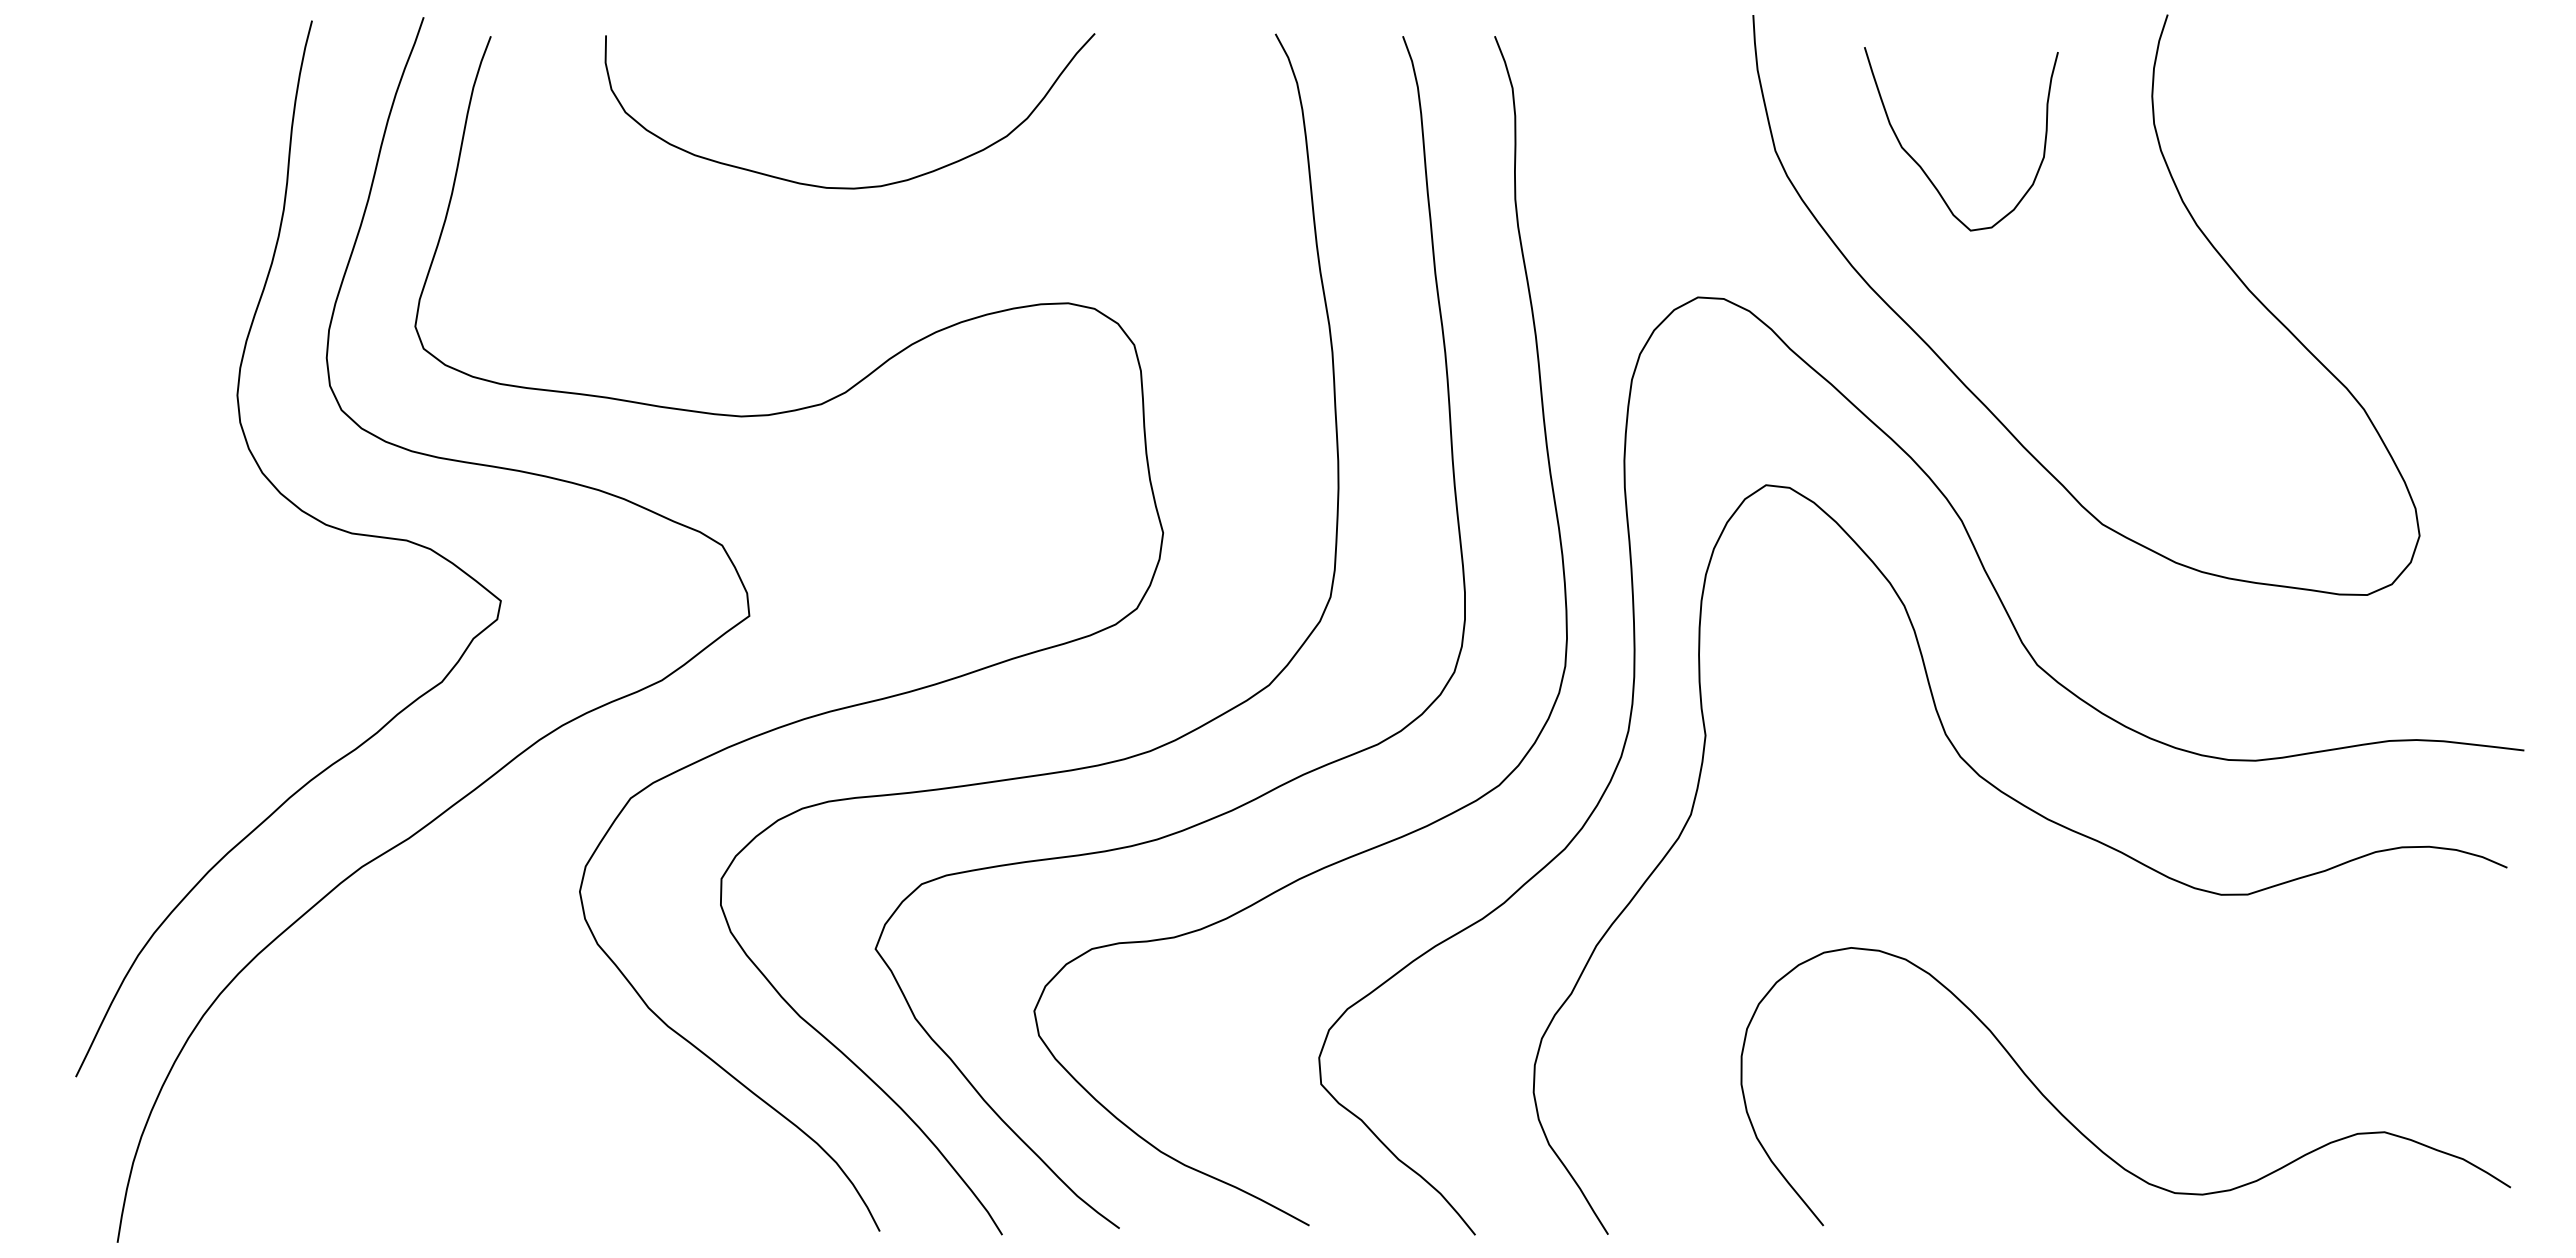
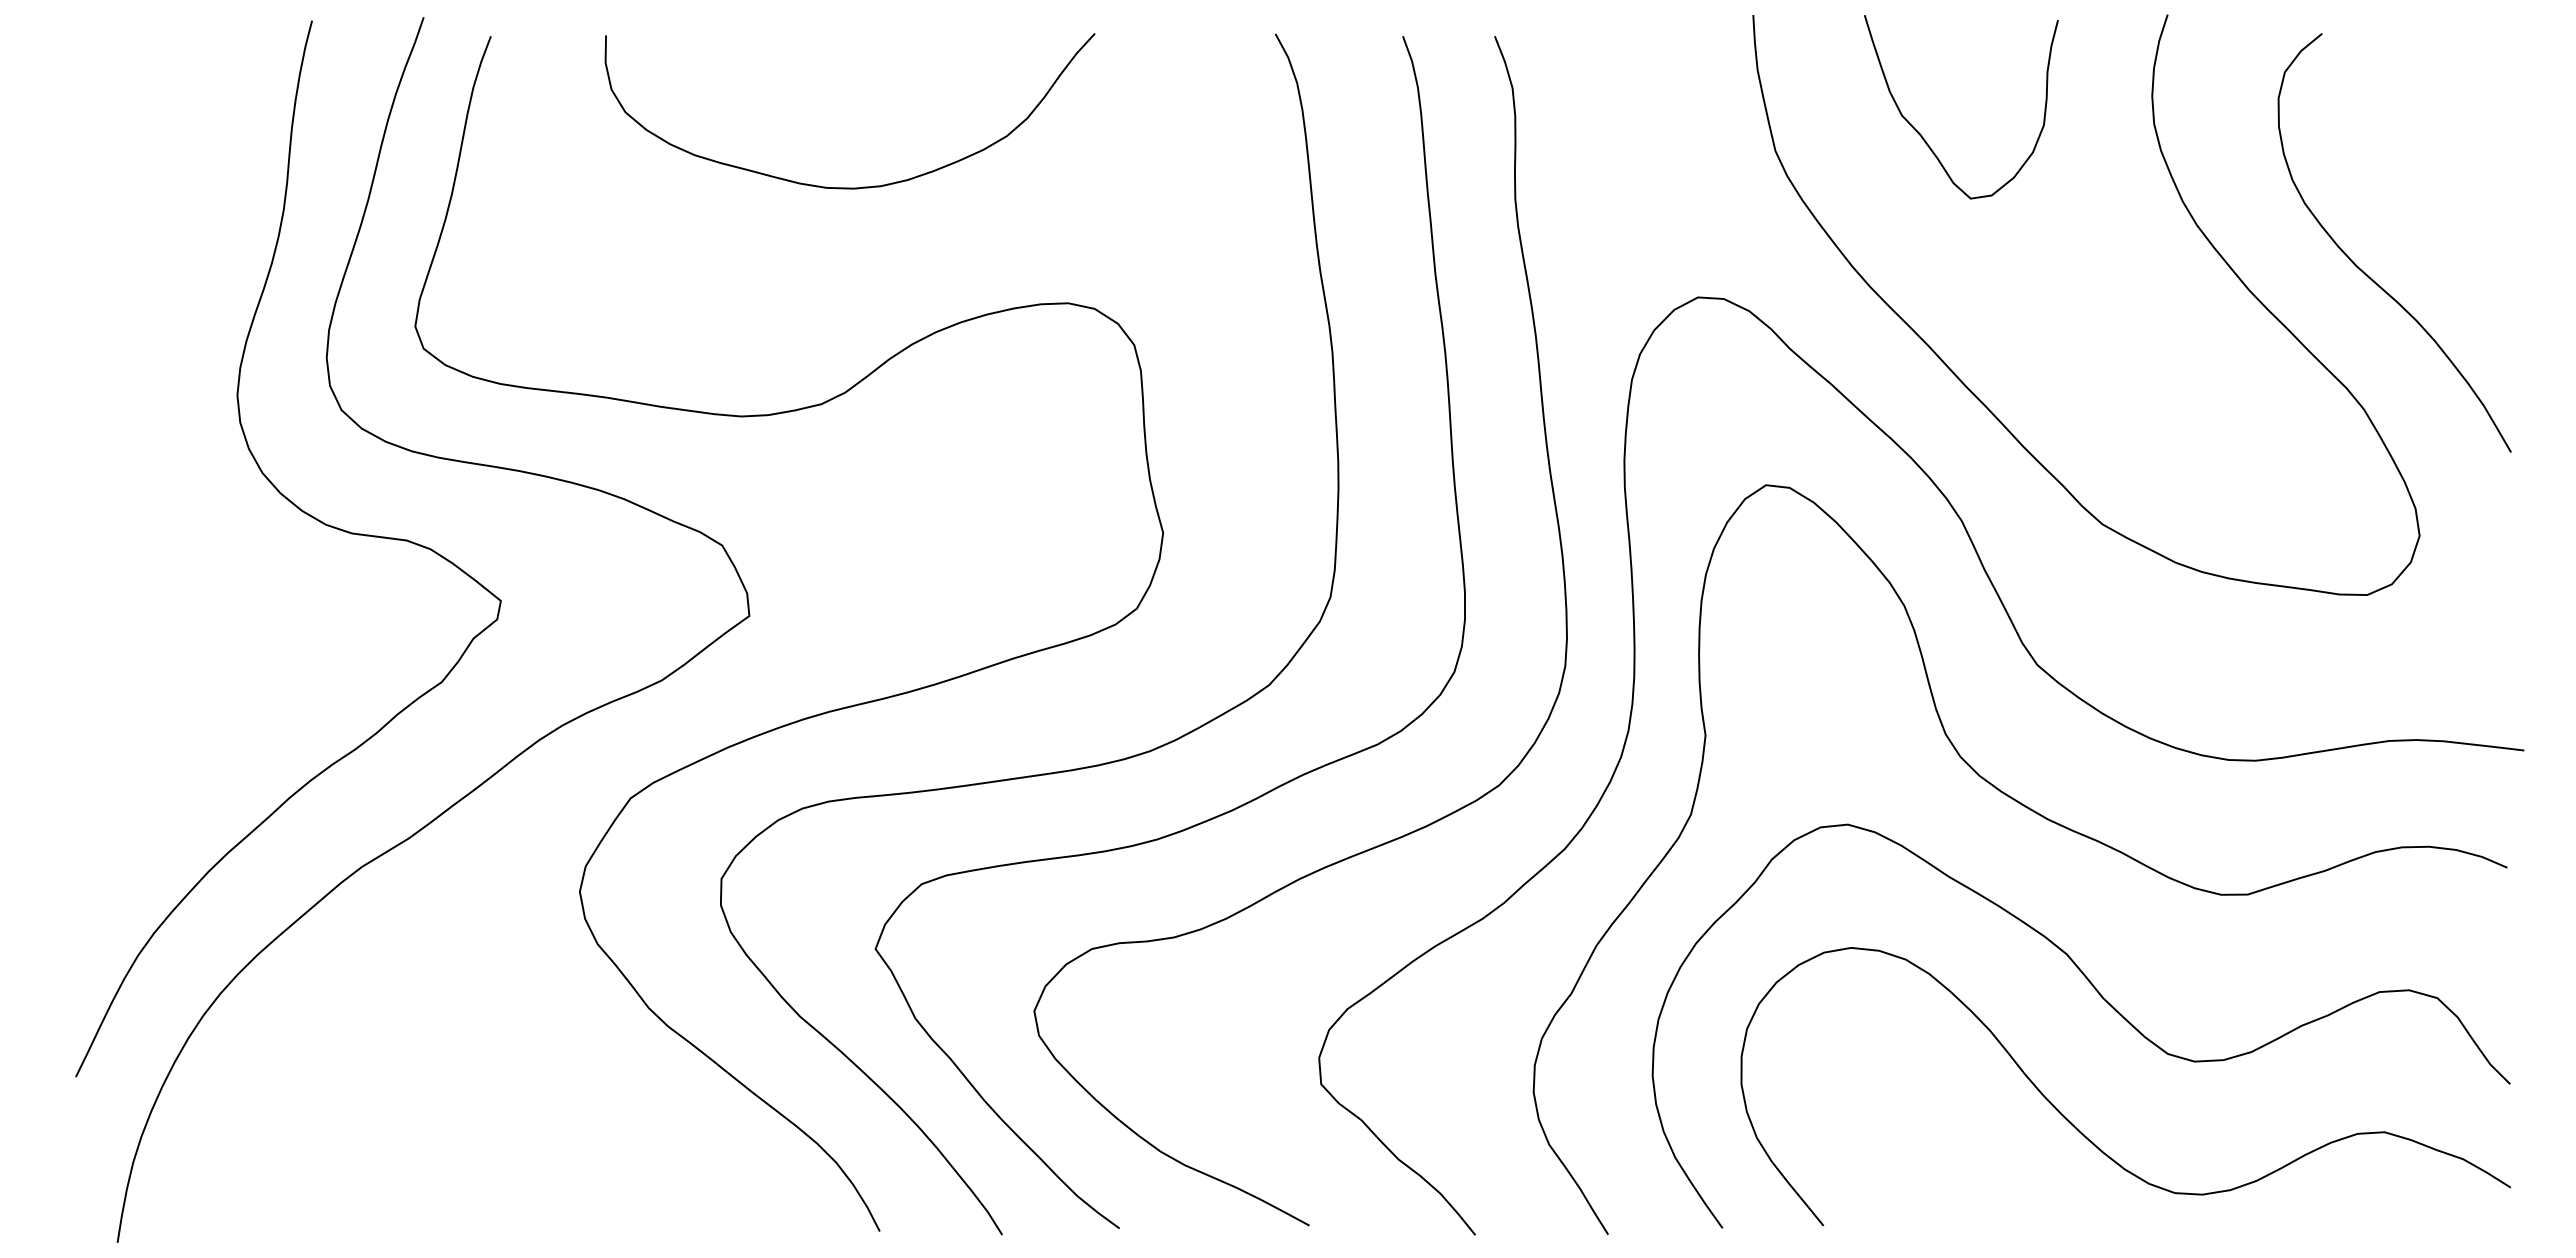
curve at (1921, 166) position: (1921, 166) -> (1921, 134)
curve at (2364, 271): none -> present
curve at (2104, 1000): none -> present
